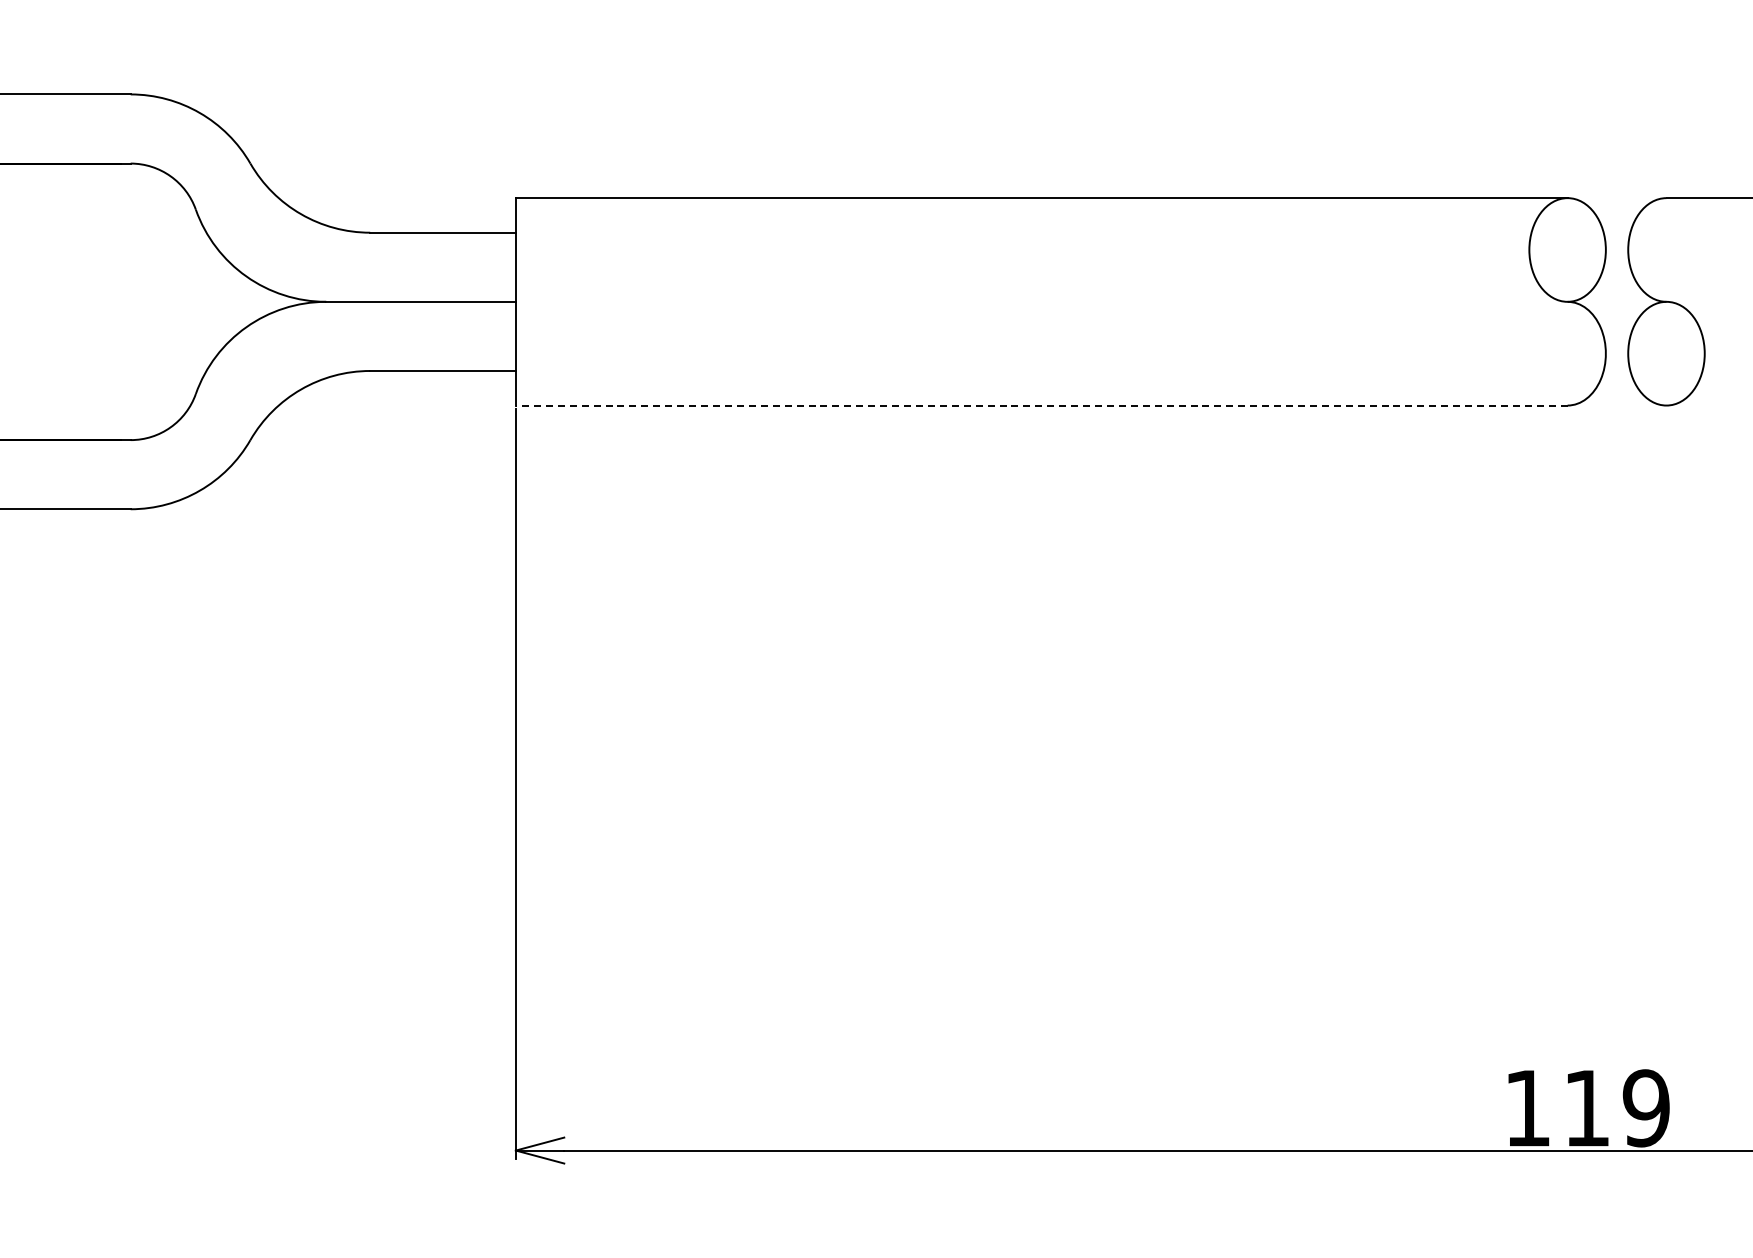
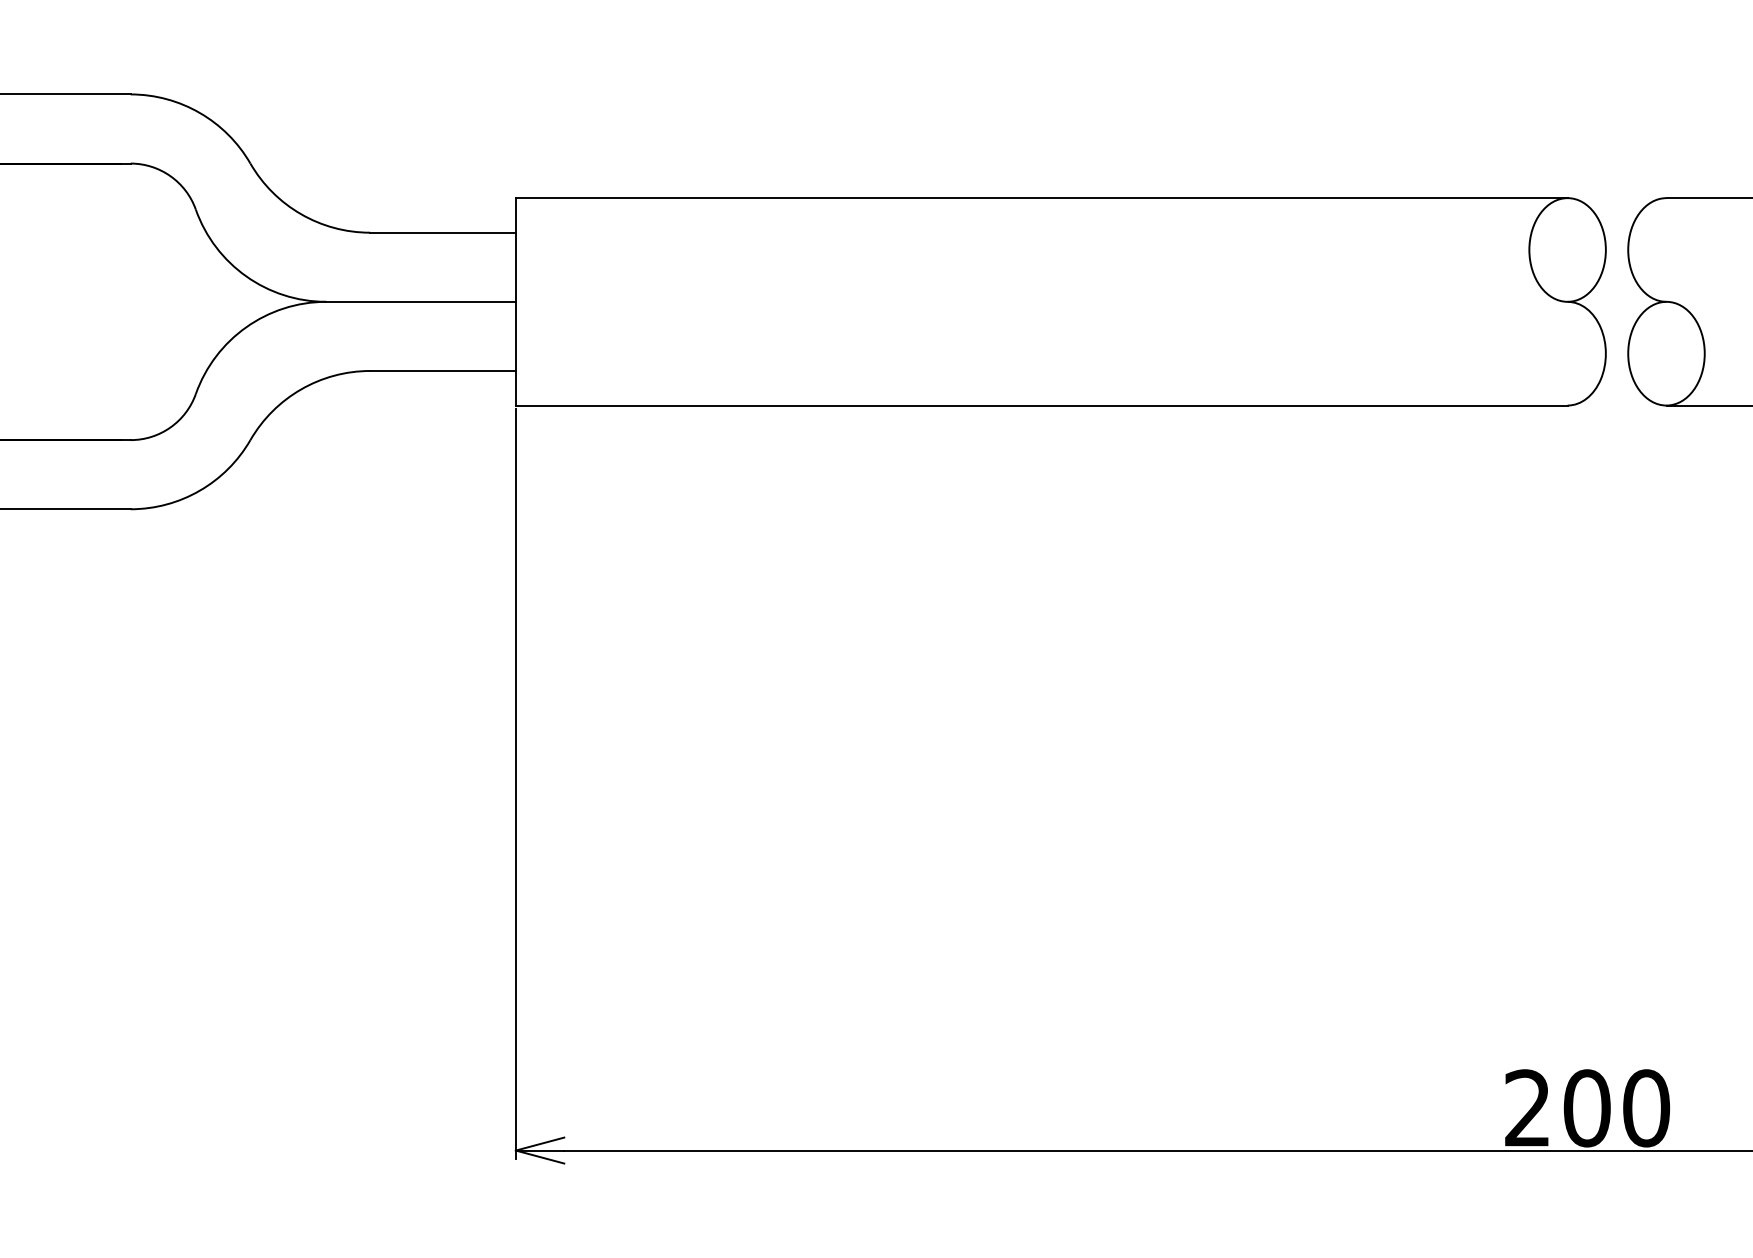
line at (1041, 405): dashed -> solid
line at (1707, 405): none -> present
text at (1587, 1108): 119 -> 200
